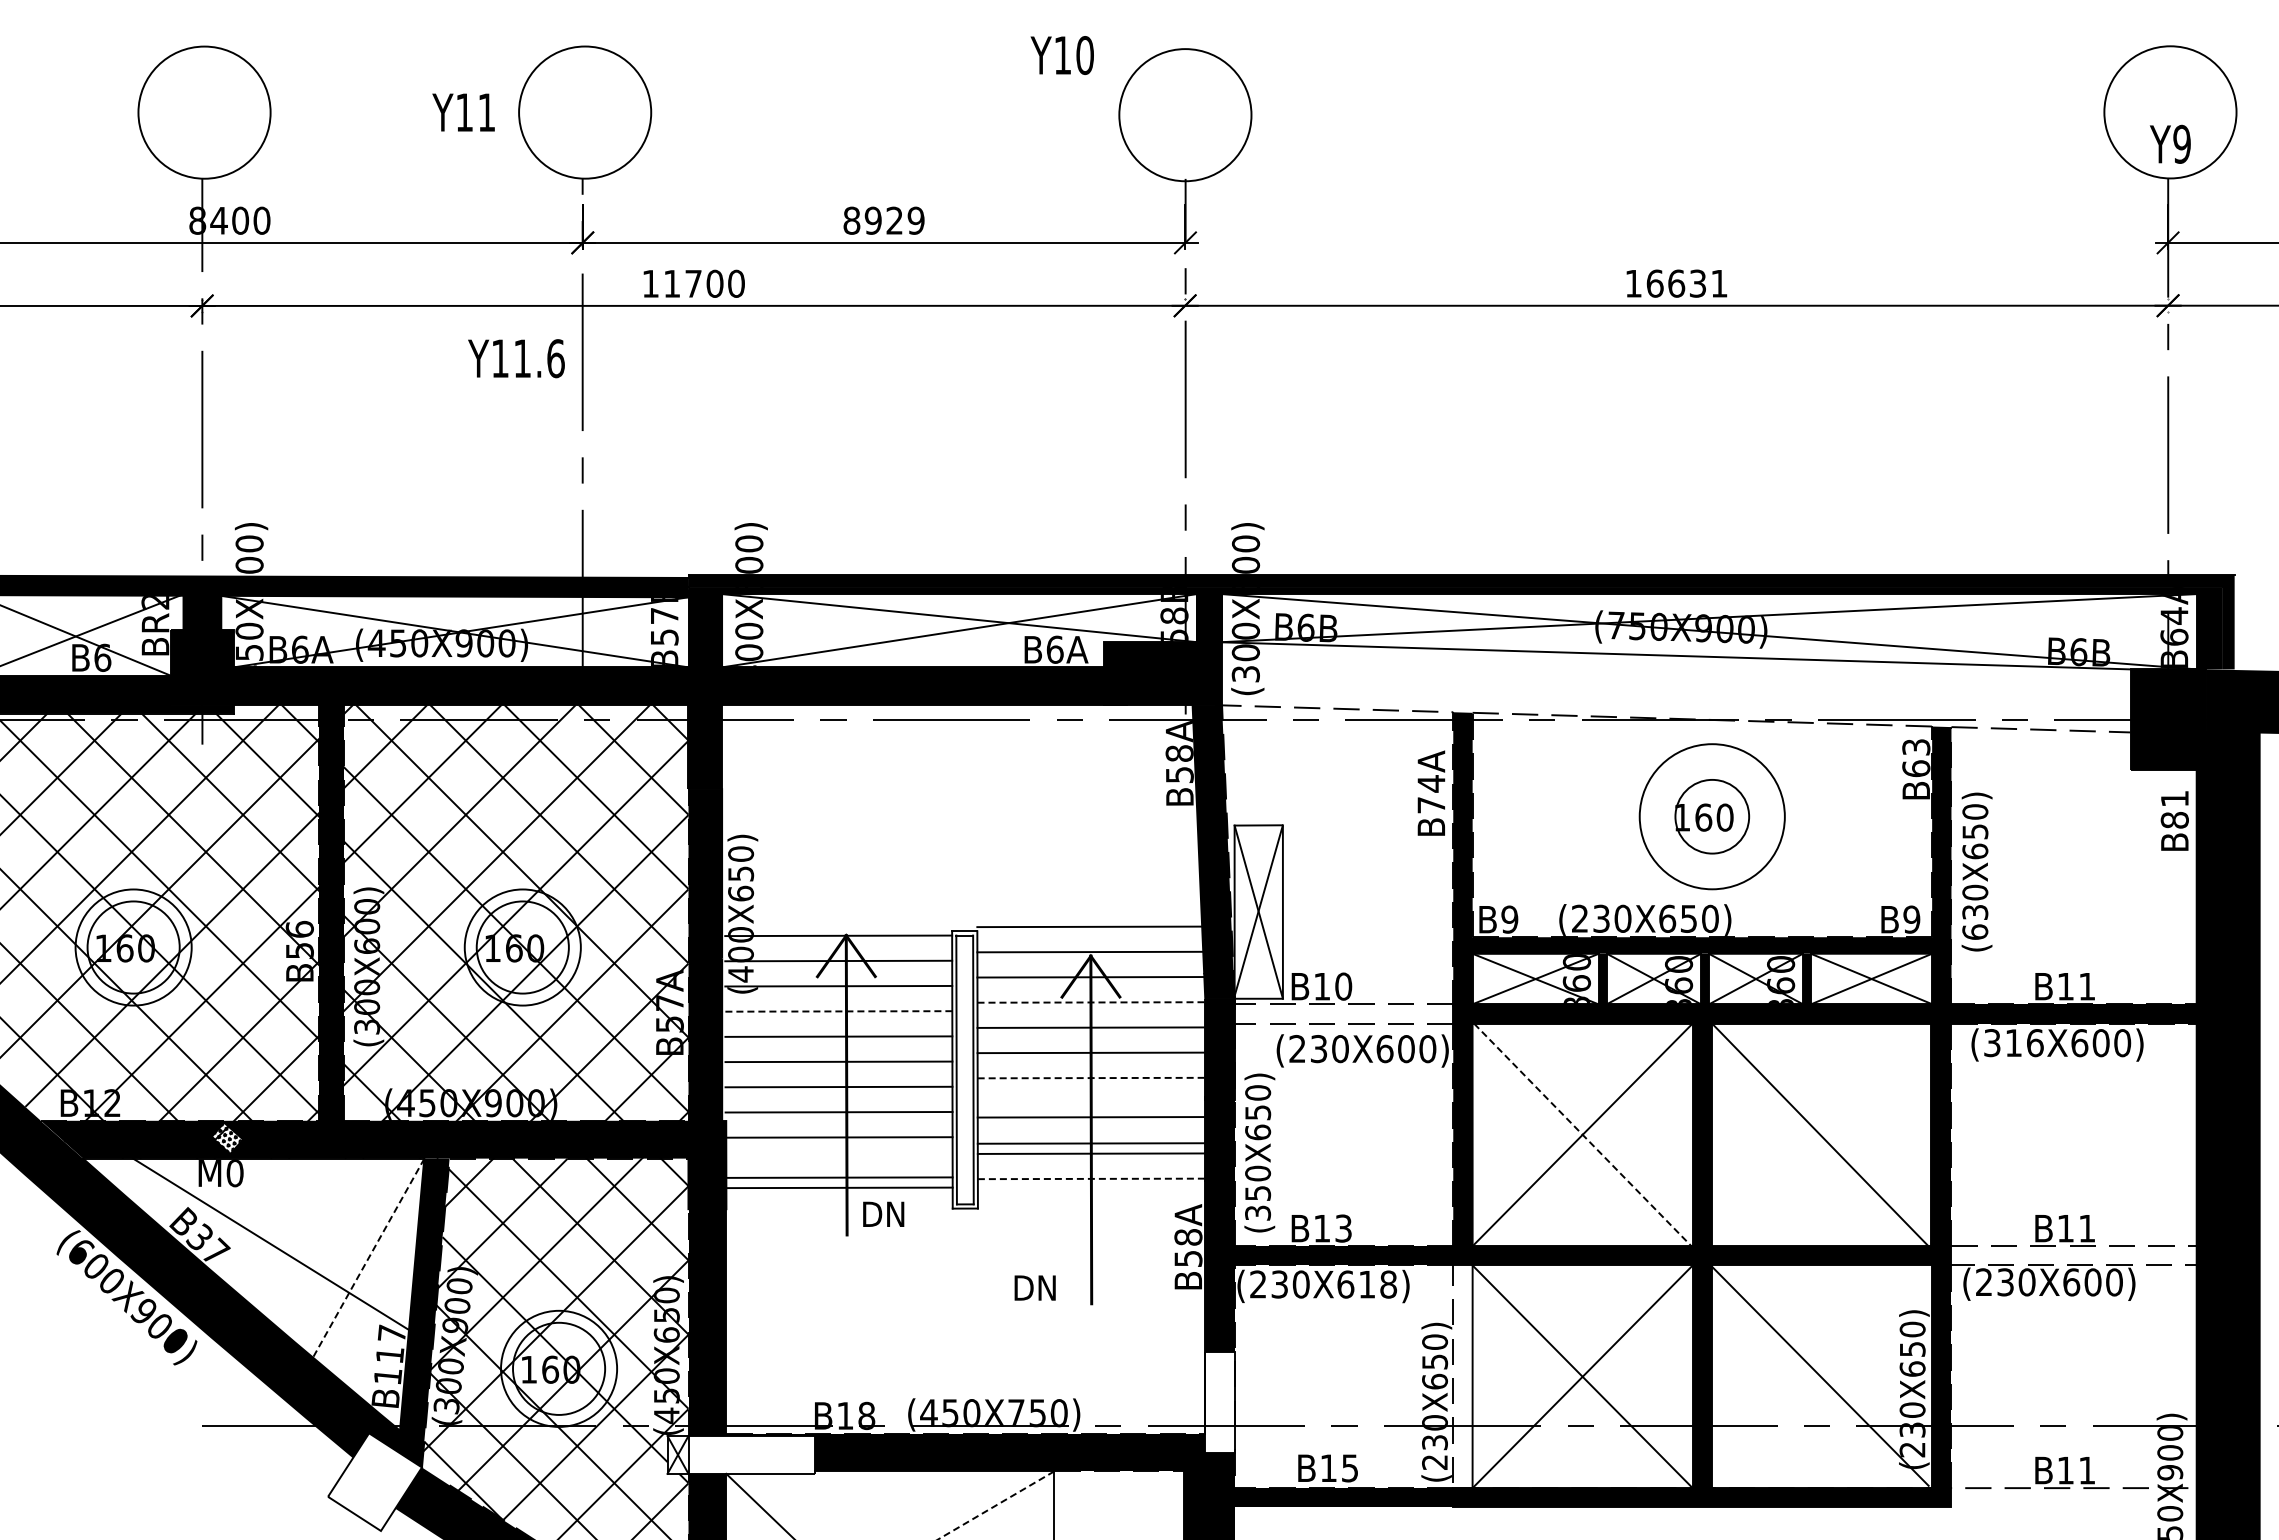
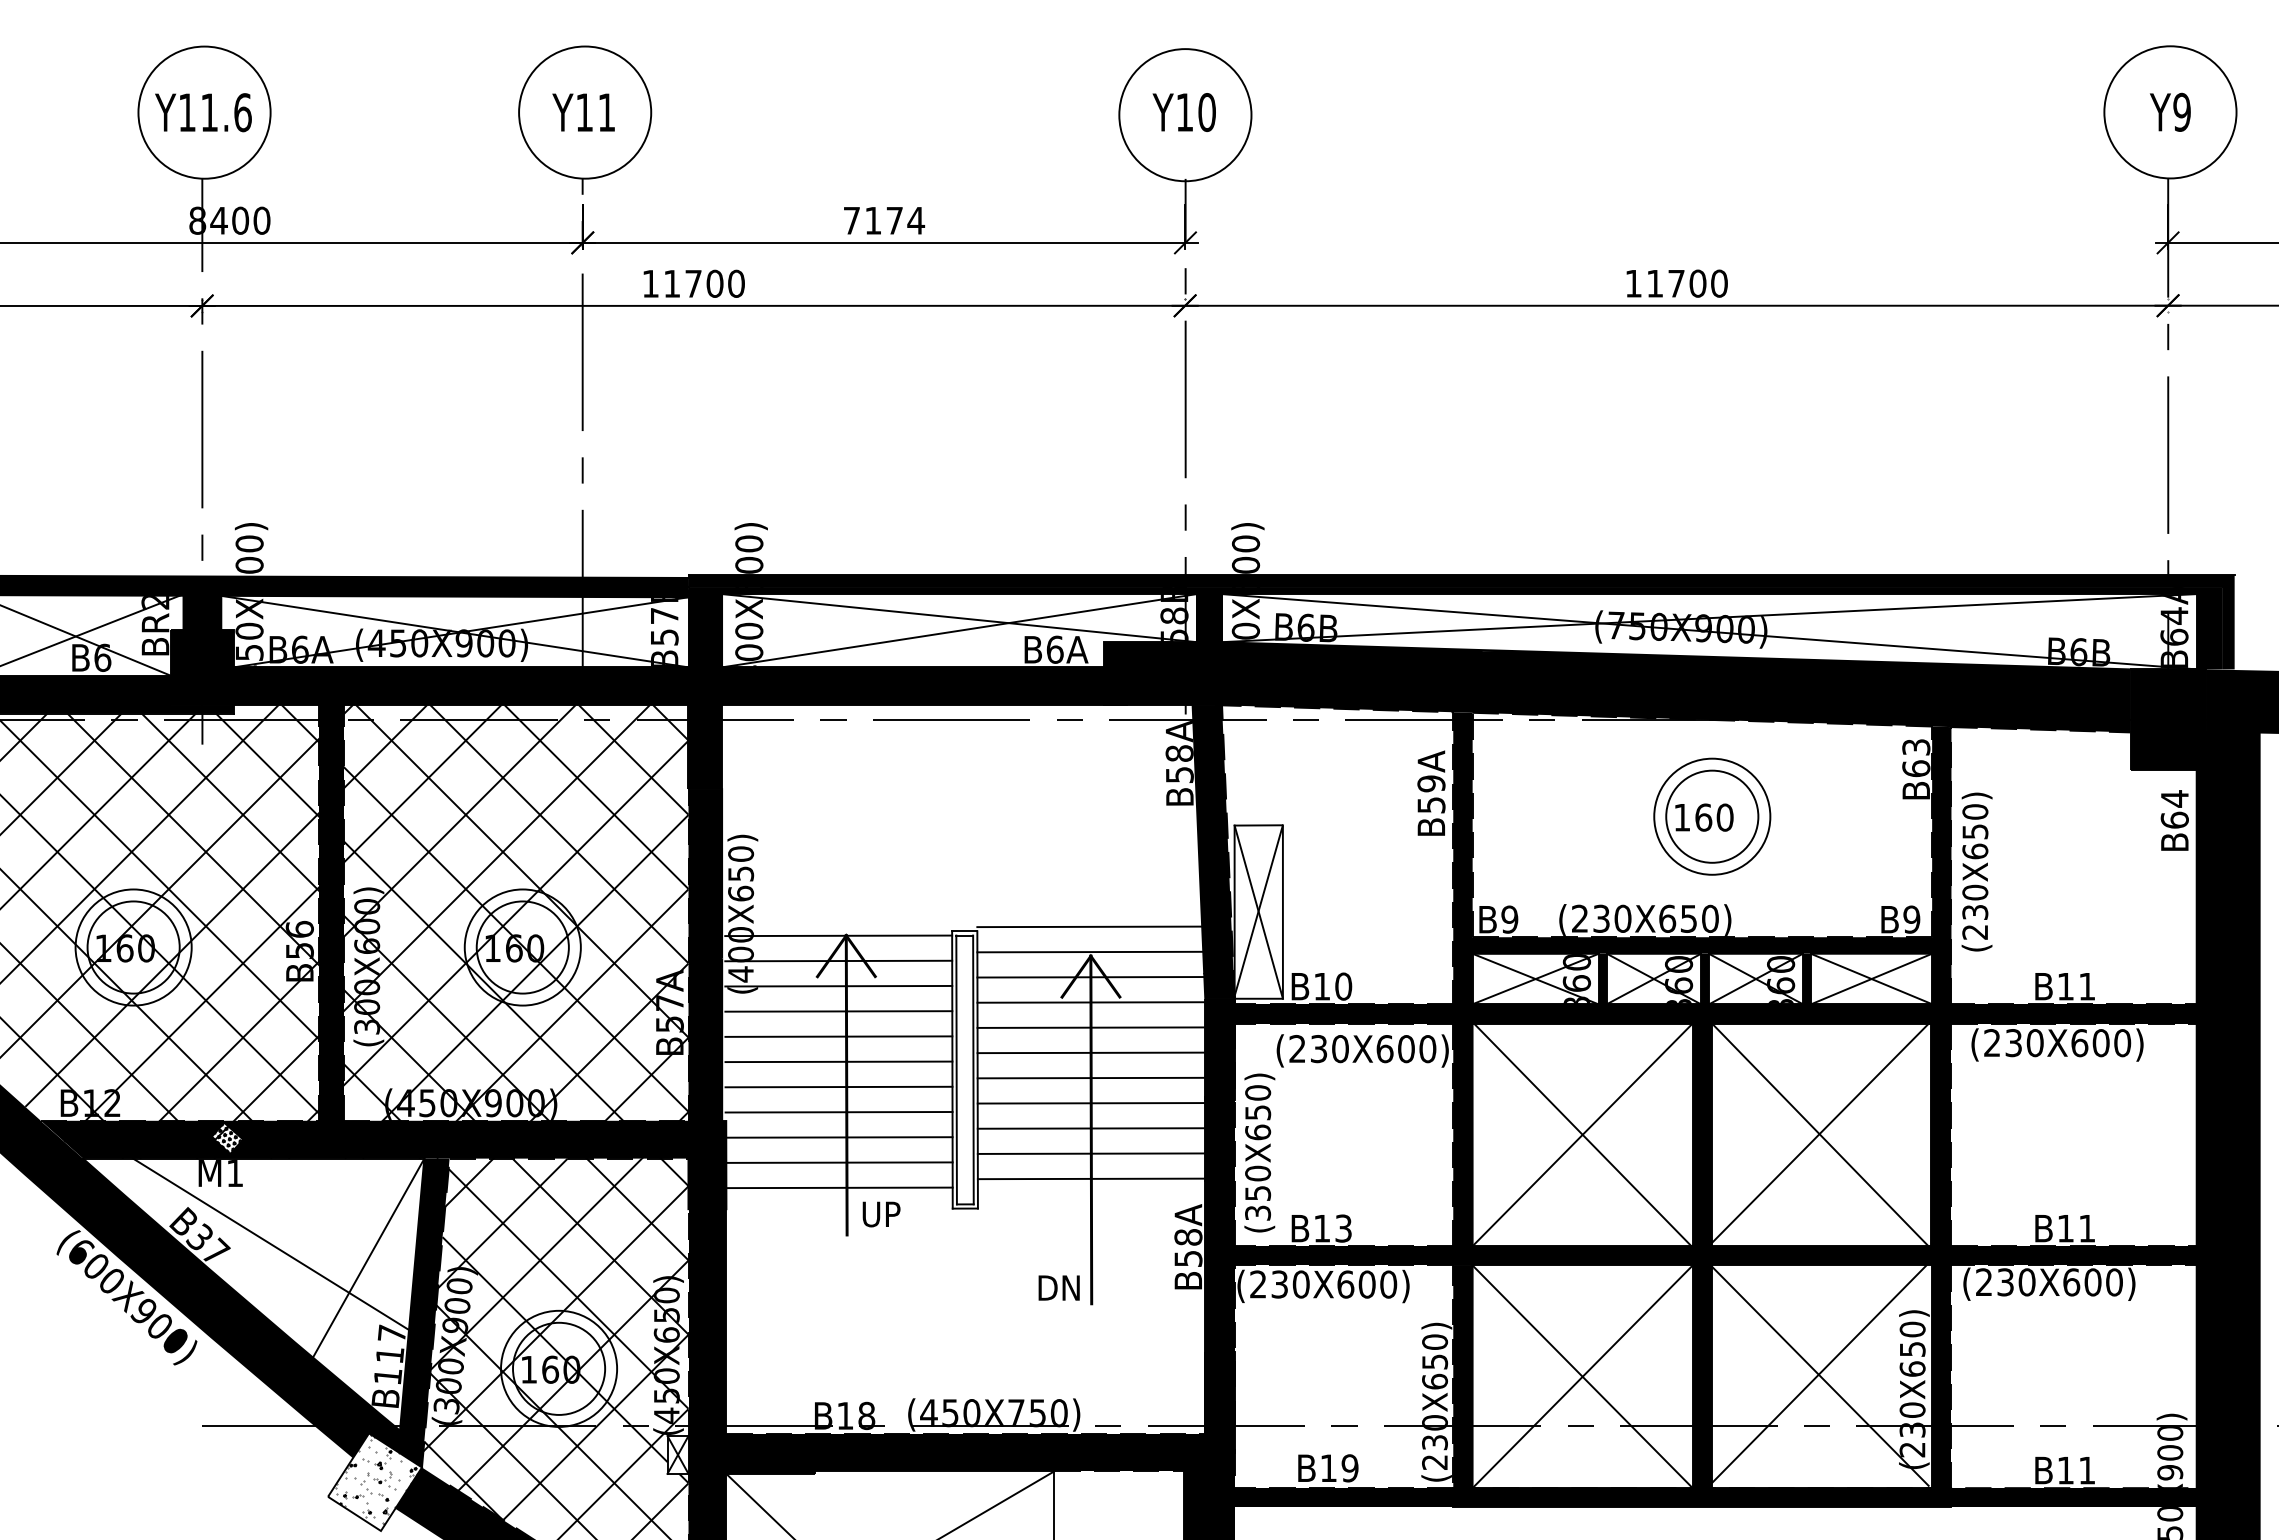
text at (1061, 55) position: (1061, 55) -> (1183, 112)
text at (463, 112) position: (463, 112) -> (583, 112)
text at (2170, 143) position: (2170, 143) -> (2170, 111)
text at (884, 220): 8929 -> 7174
text at (1686, 283): 16631 -> 11700
text at (516, 358) position: (516, 358) -> (203, 112)
fill at (1676, 687): none -> present
text at (1431, 794): B74A -> B59A
text at (2174, 809): B81 -> B64
circle at (1711, 816) diameter: 145 px -> 116 px
circle at (1712, 816) diameter: 74 px -> 92 px
text at (1975, 931): (630X650) -> (230X650)
line at (1091, 1002): dashed -> solid
line at (839, 1011): dashed -> solid
fill at (1343, 1013): none -> present
text at (2013, 1043): (316X600) -> (230X600)
line at (1091, 1078): dashed -> solid
line at (1090, 1117) position: (1090, 1117) -> (1090, 1103)
line at (1818, 1134): none -> present
line at (1582, 1135): dashed -> solid
line at (1090, 1143) position: (1090, 1143) -> (1090, 1128)
text at (234, 1173): M0 -> M1
line at (838, 1177) position: (838, 1177) -> (838, 1162)
line at (1091, 1178): dashed -> solid
text at (883, 1214): DN -> UP
fill at (2073, 1255): none -> present
line at (368, 1258): dashed -> solid
text at (1377, 1284): (230X618) -> (230X600)
text at (1034, 1287) position: (1034, 1287) -> (1058, 1287)
line at (1818, 1374): none -> present
fill at (1462, 1376): none -> present
fill at (1219, 1402): none -> present
fill at (751, 1454): none -> present
text at (1349, 1468): B15 -> B19
hatch at (376, 1478): none -> present
fill at (2073, 1497): none -> present
line at (995, 1505): dashed -> solid
